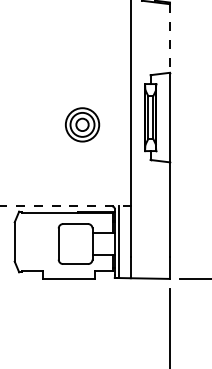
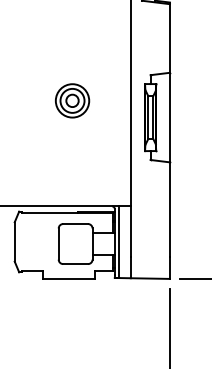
line at (169, 38): dashed -> solid
part at (82, 124) position: (82, 124) -> (72, 100)
line at (65, 206): dashed -> solid
